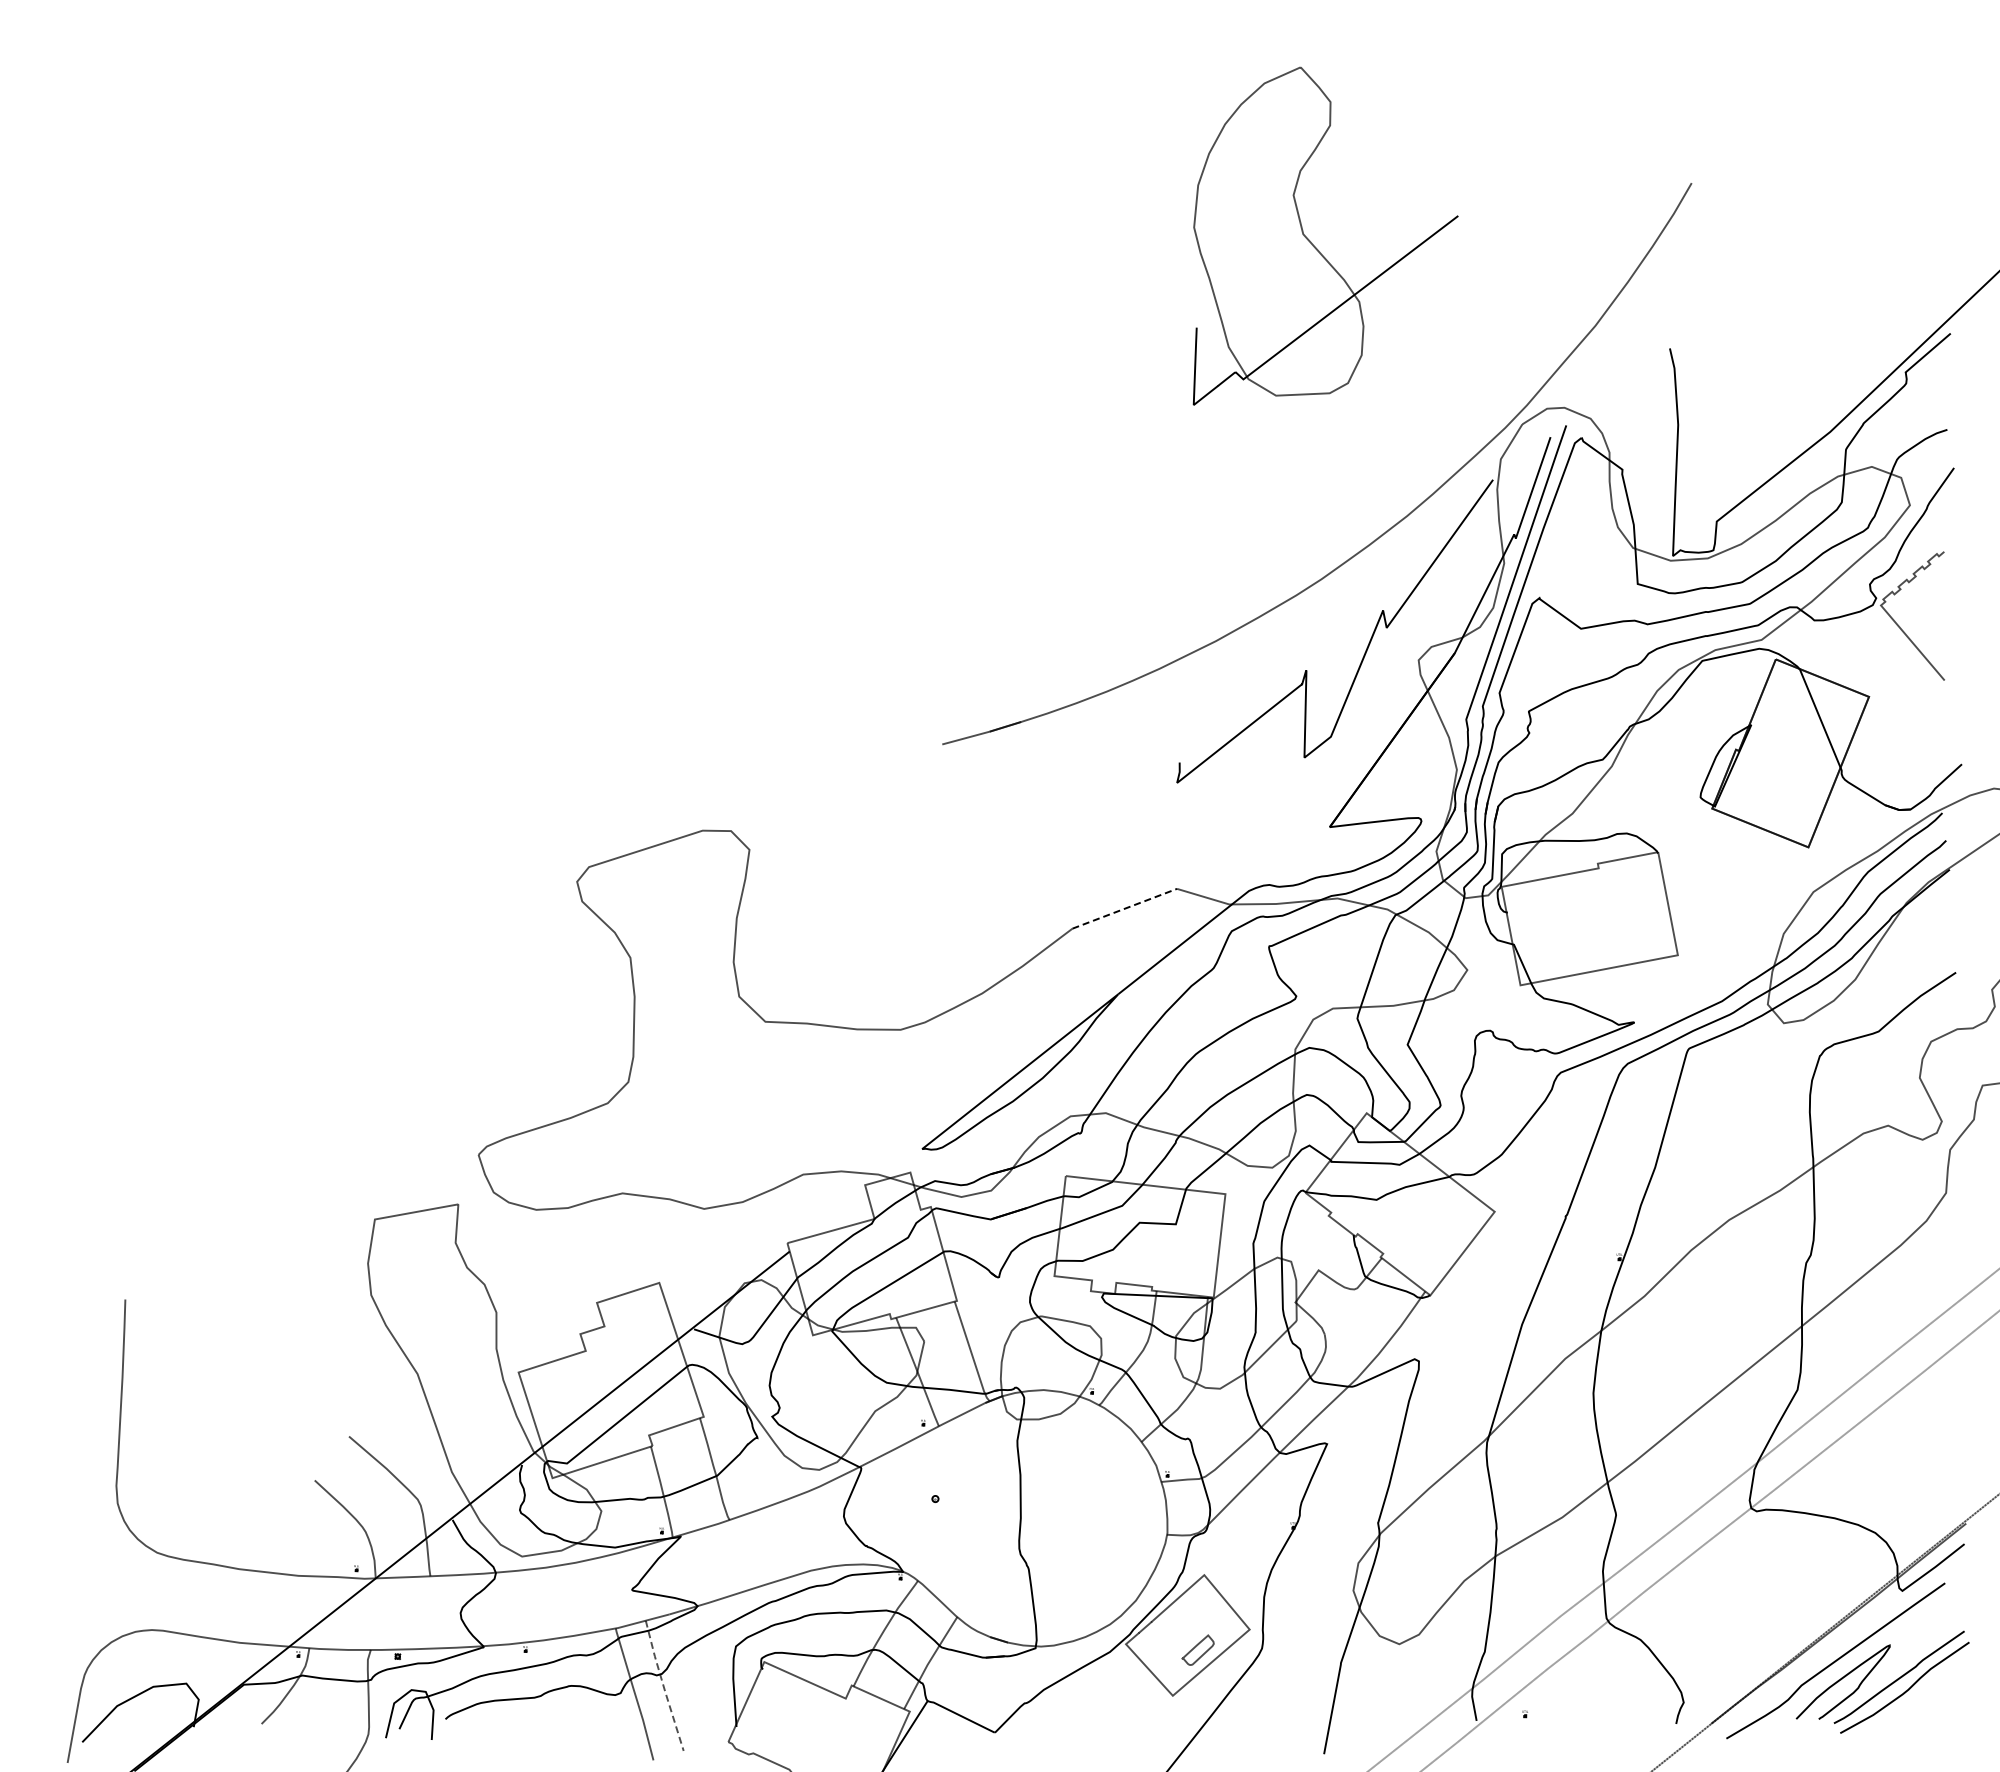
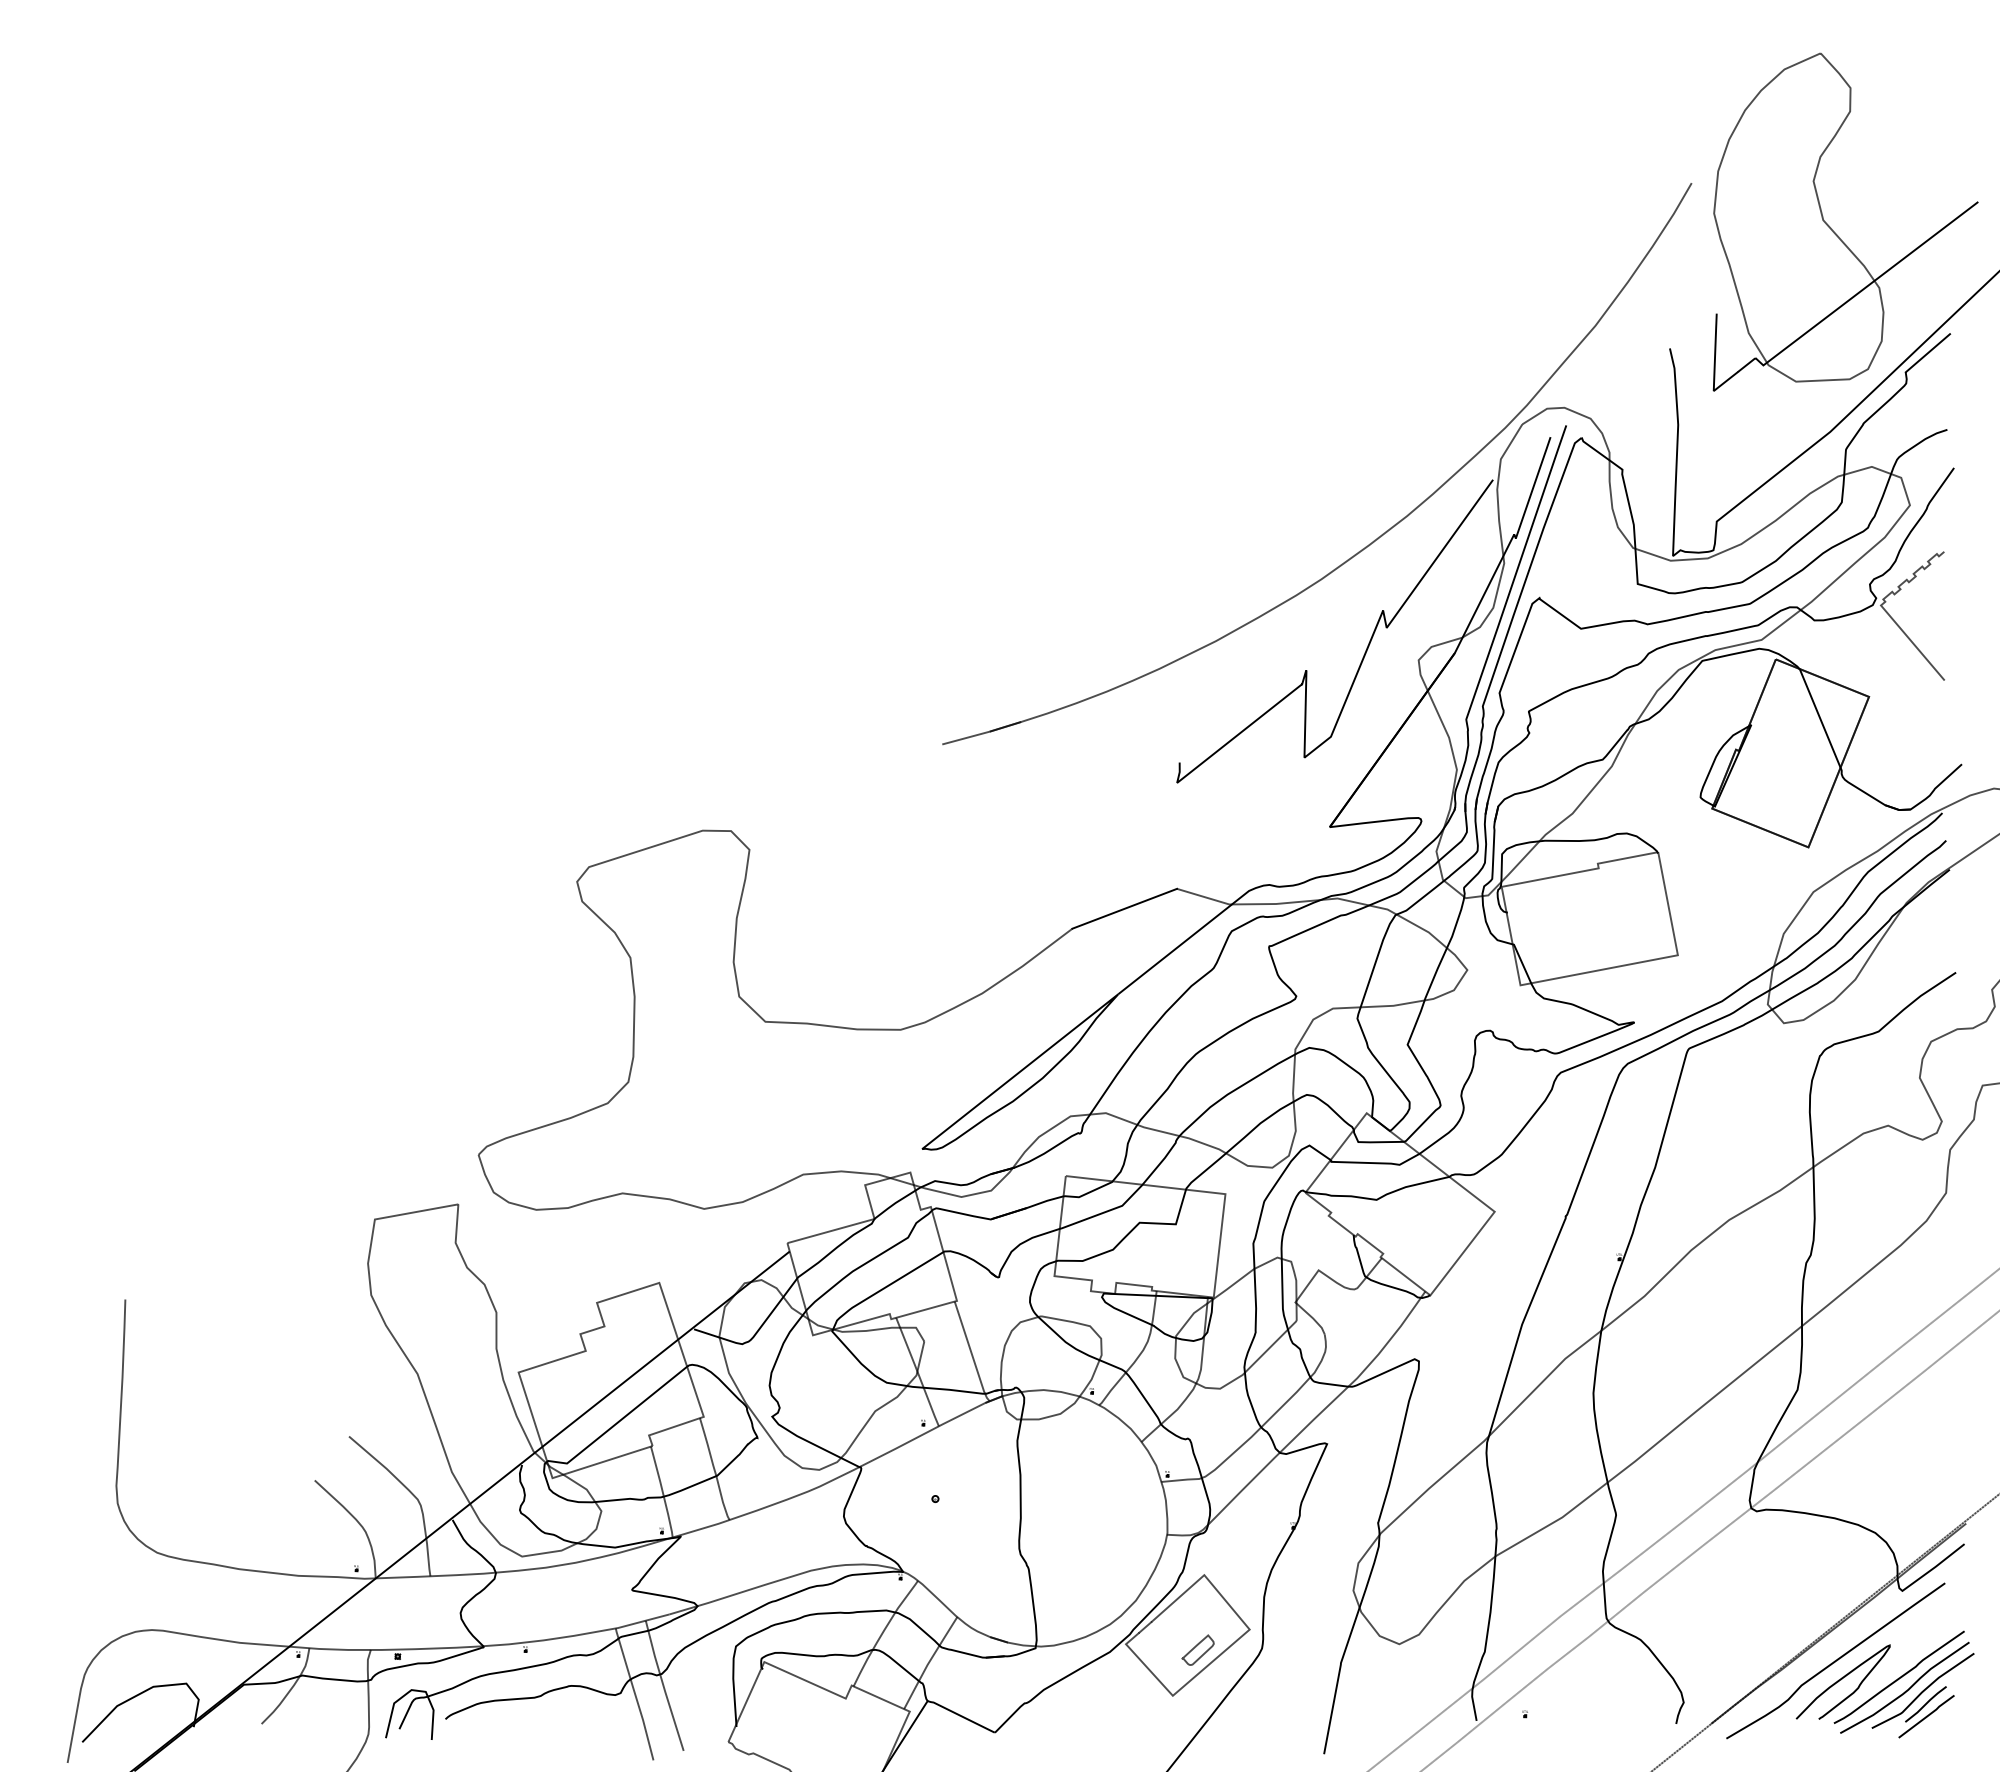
part at (1314, 245) position: (1314, 245) -> (1834, 231)
line at (1124, 908): dashed -> solid
line at (663, 1686): dashed -> solid
part at (1922, 1695): none -> present
